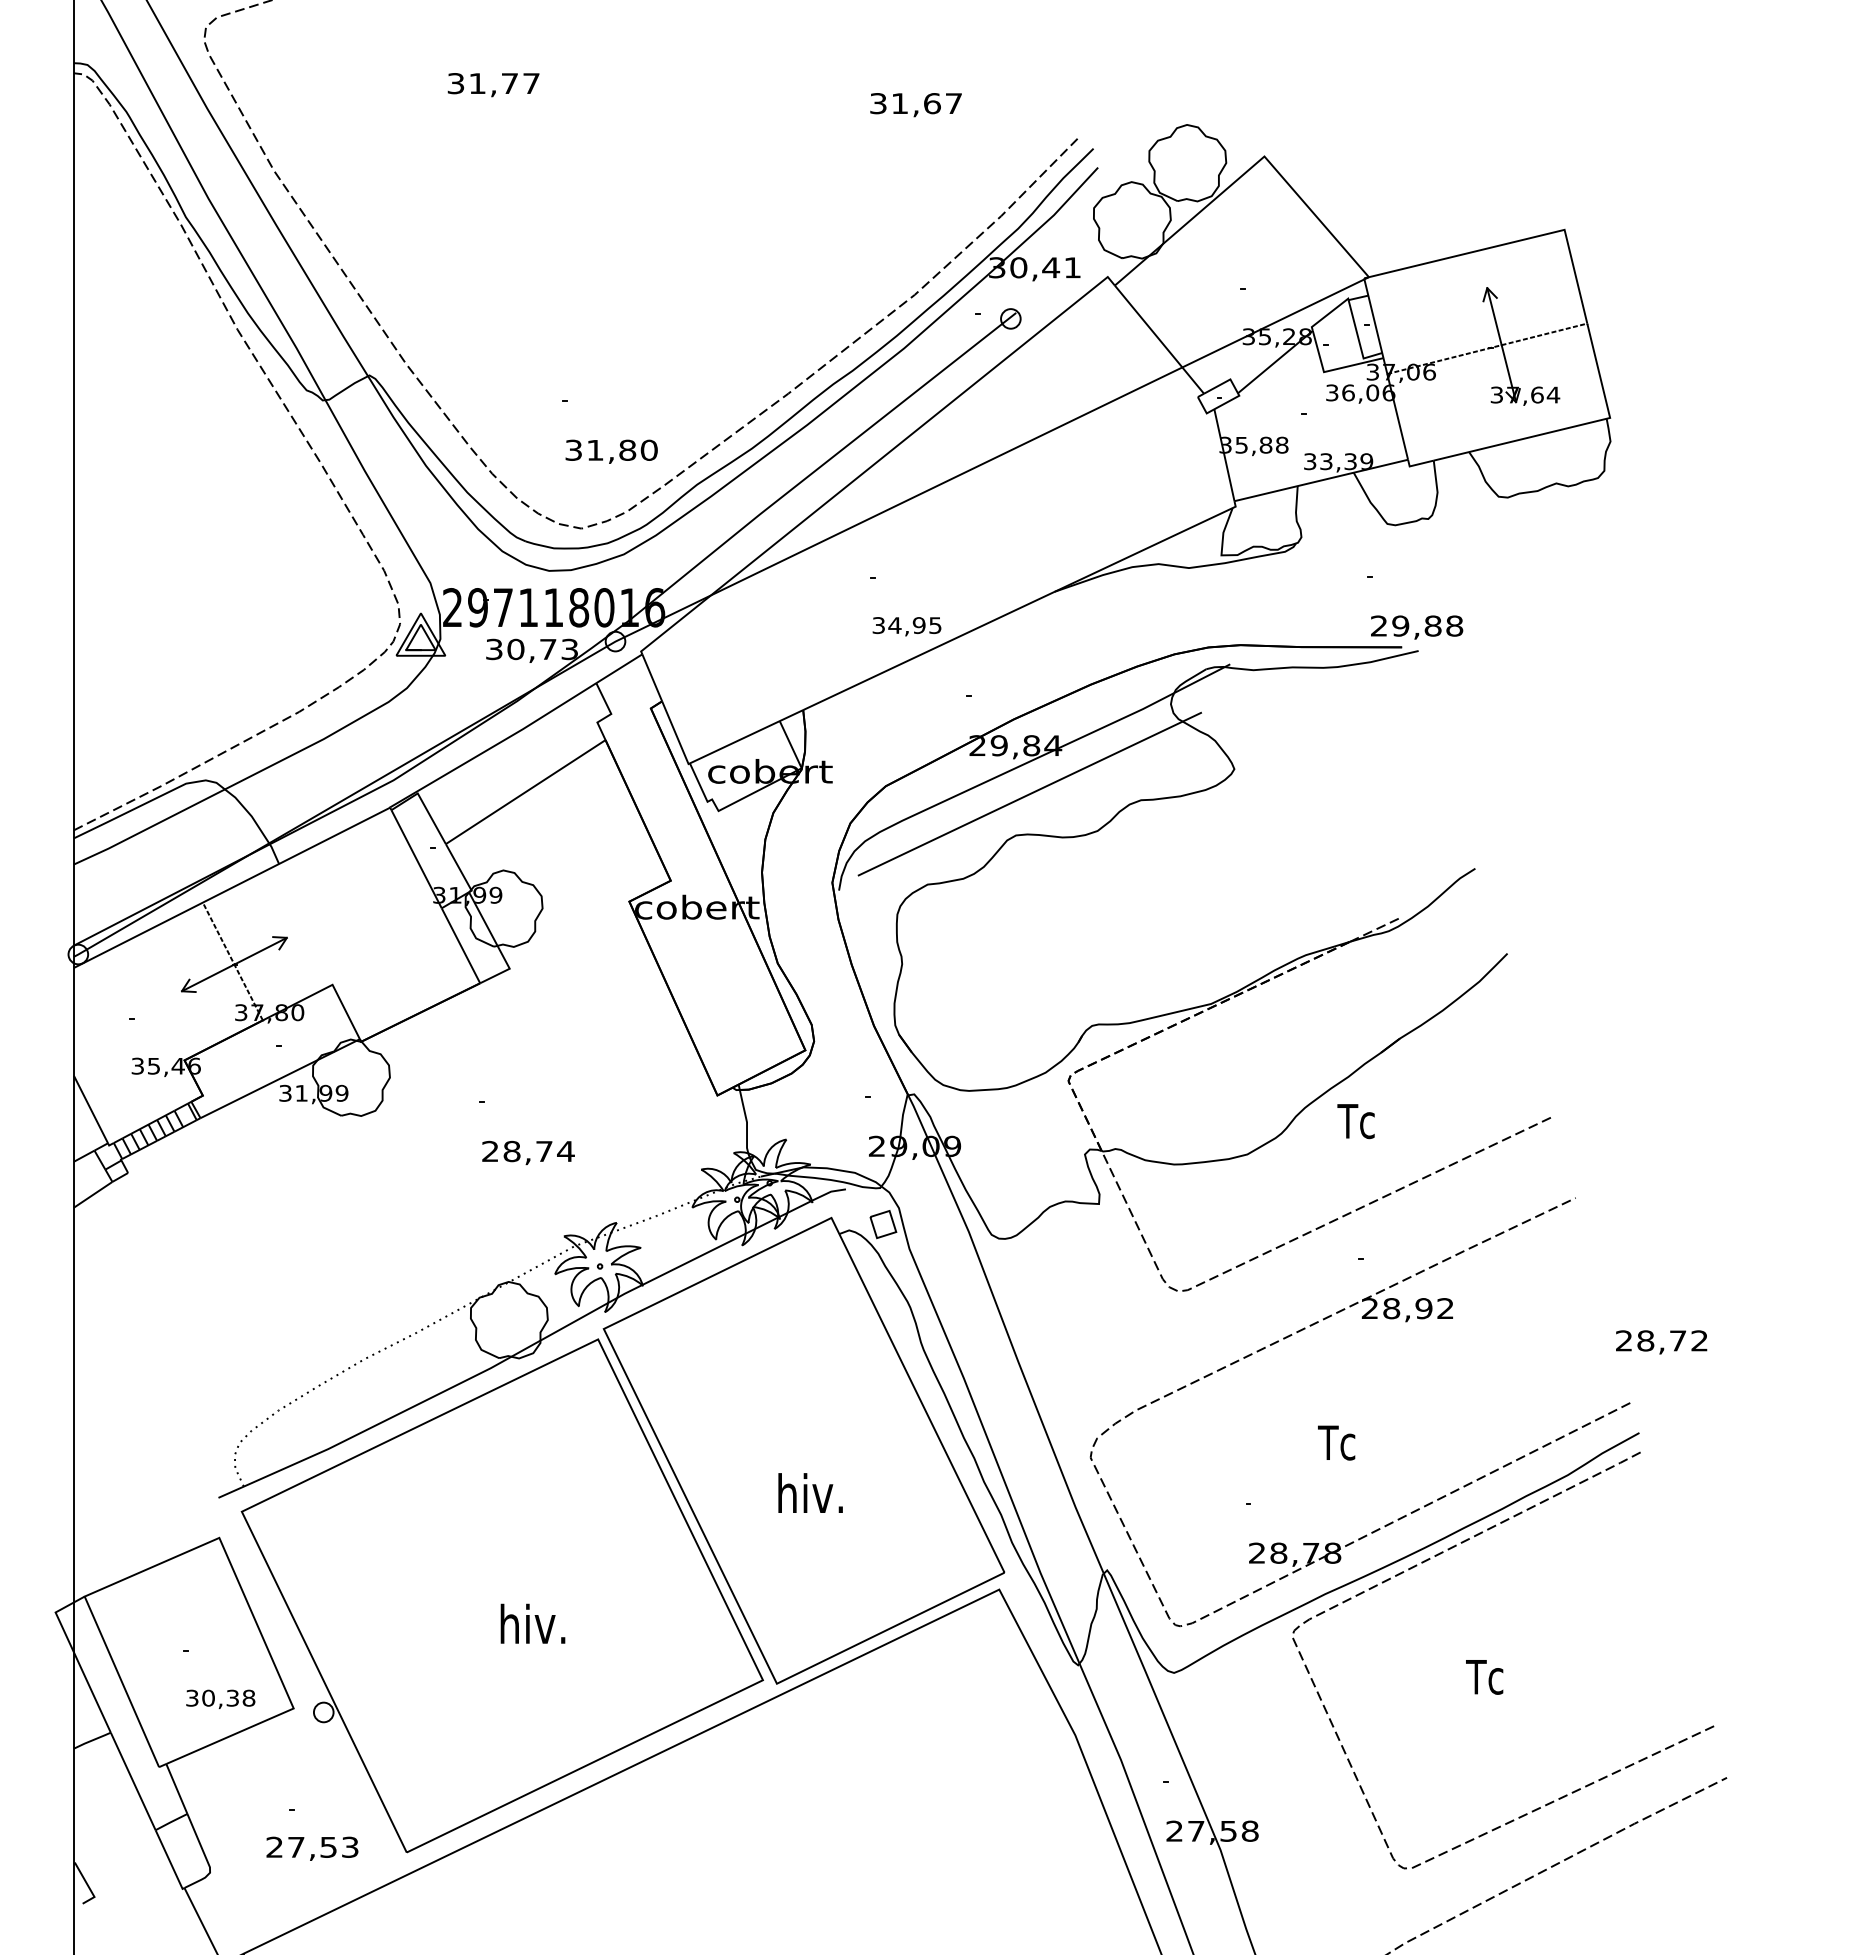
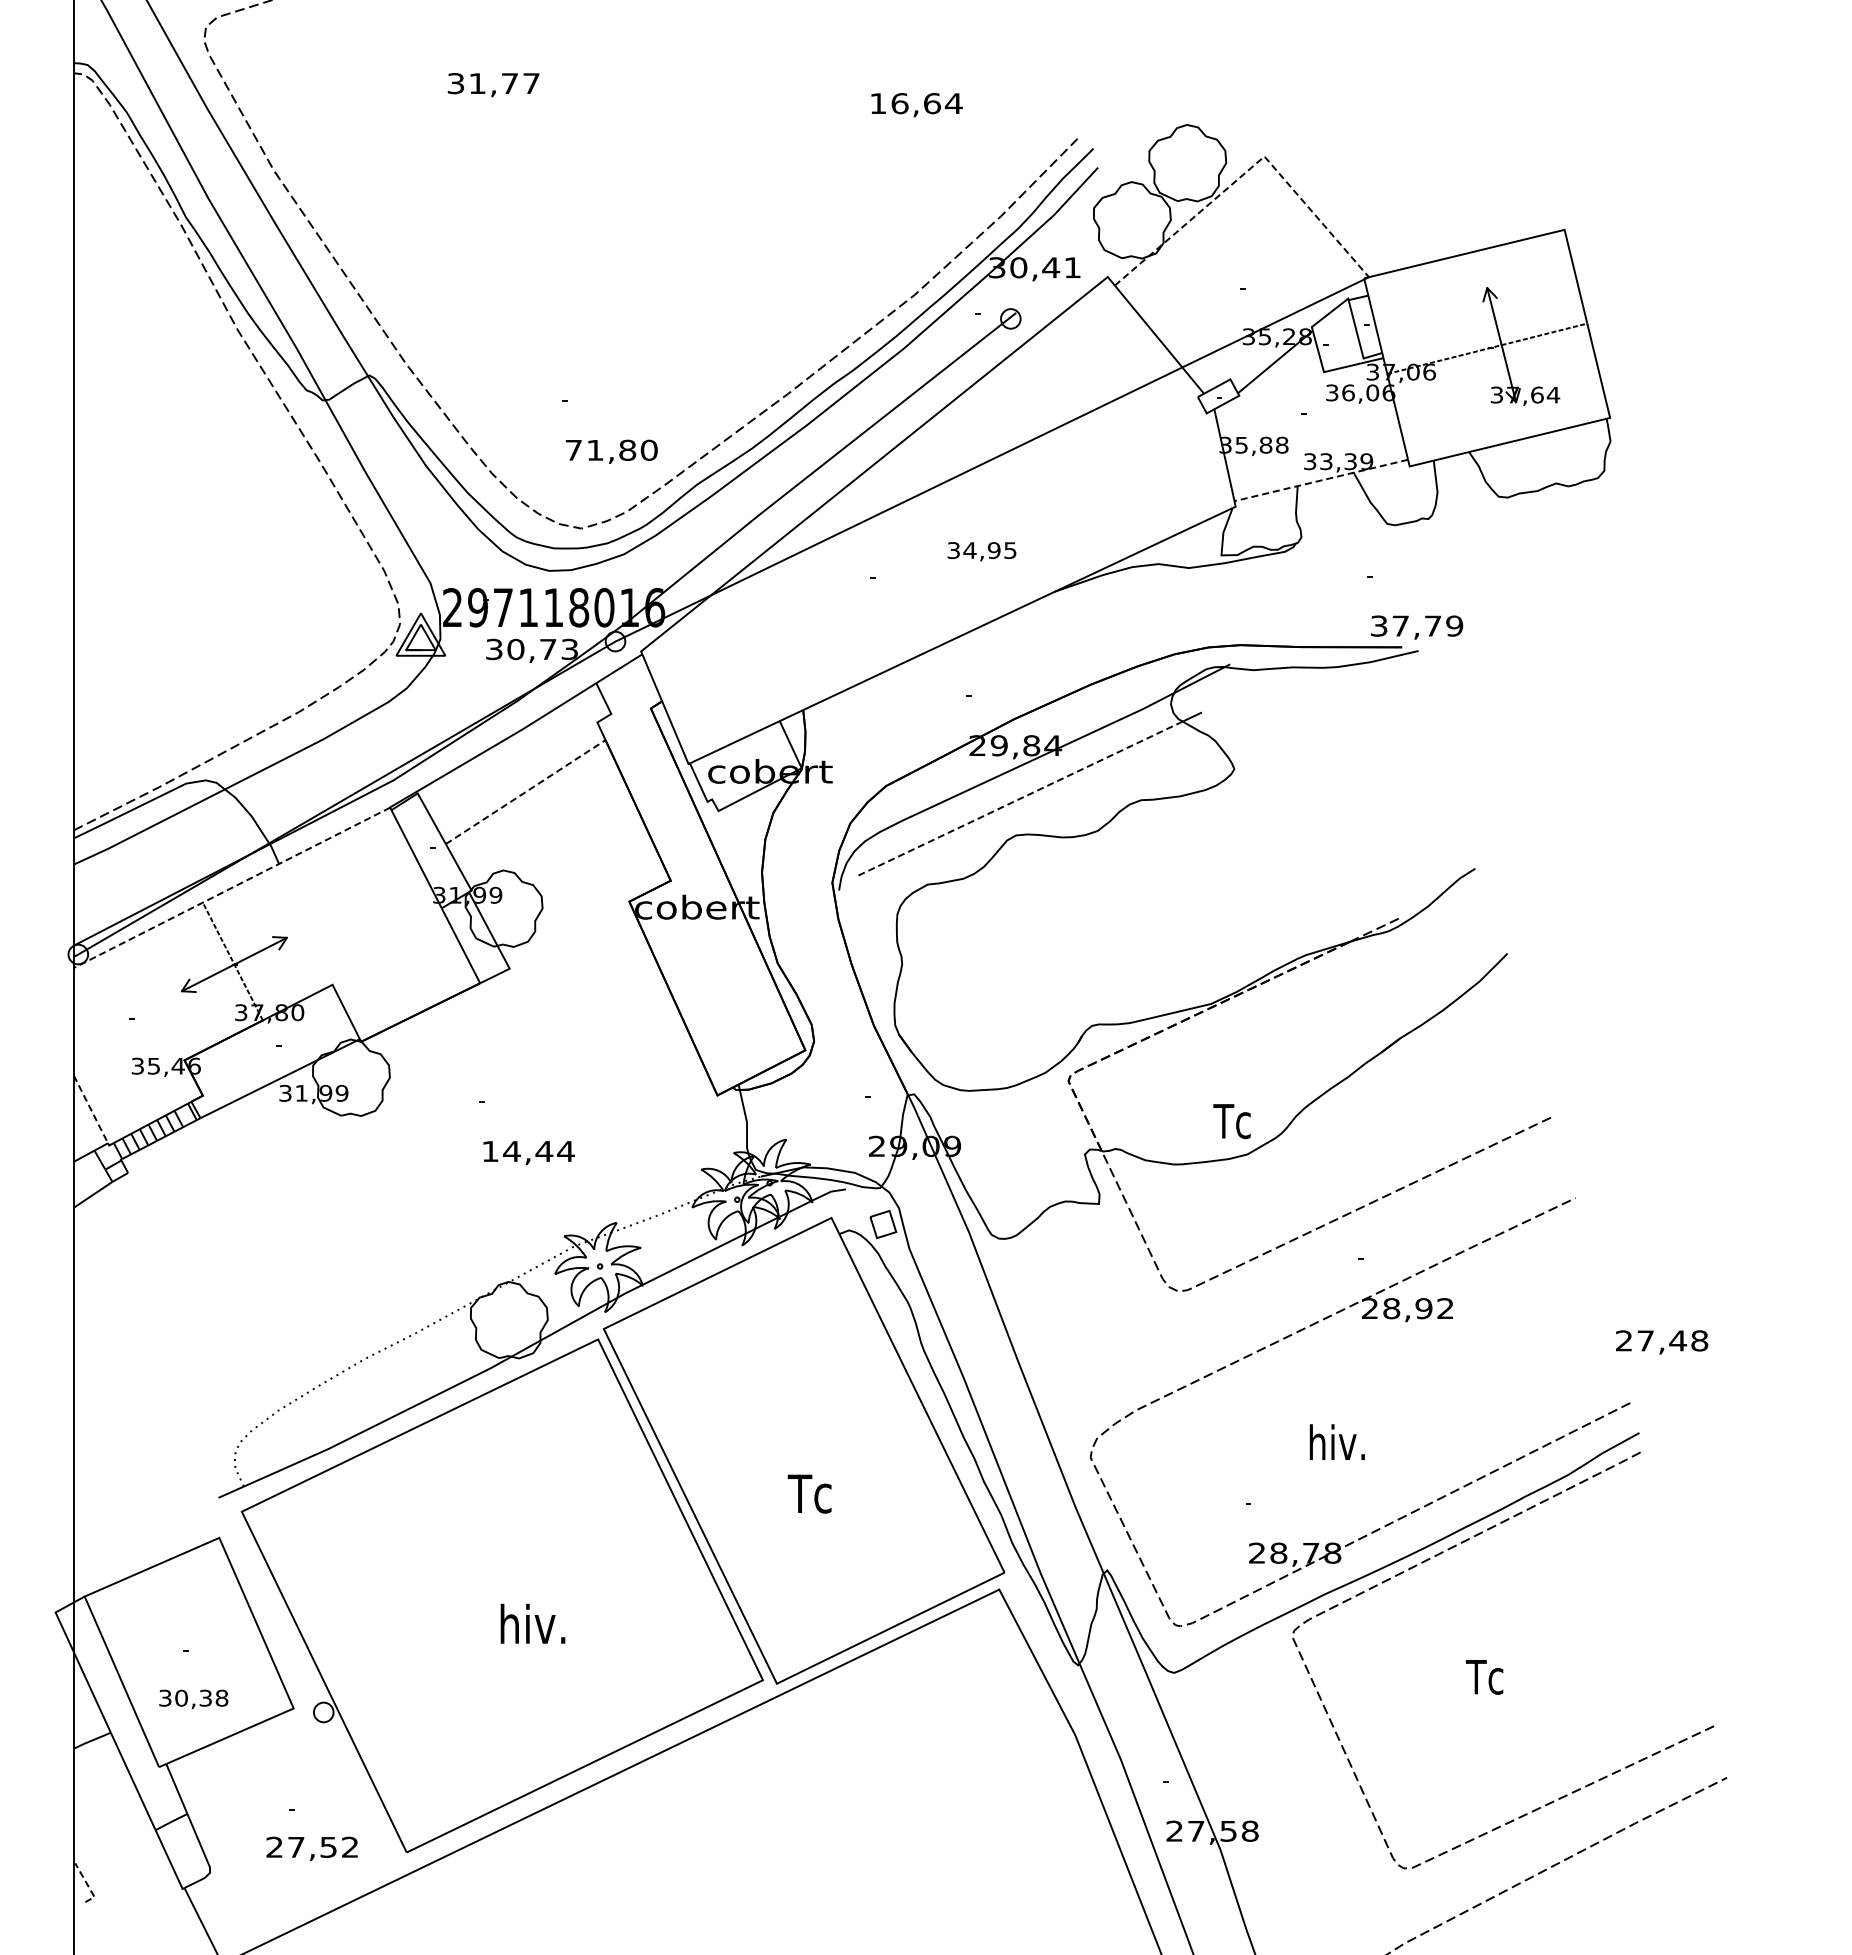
text at (916, 103): 31,67 -> 16,64
line at (1250, 168): solid -> dashed
text at (573, 449): 31,80 -> 71,80
line at (1320, 480): solid -> dashed
text at (1417, 625): 29,88 -> 37,79
text at (906, 626) position: (906, 626) -> (981, 551)
line at (526, 791): solid -> dashed
line at (1020, 798): solid -> dashed
line at (231, 888): solid -> dashed
line at (90, 1109): solid -> dashed
text at (1355, 1121) position: (1355, 1121) -> (1231, 1121)
text at (517, 1151): 28,74 -> 14,44
text at (1672, 1340): 28,72 -> 27,48
text at (1336, 1442): Tc -> hiv.
text at (810, 1493): hiv. -> Tc
text at (220, 1699) position: (220, 1699) -> (193, 1699)
text at (350, 1847): 27,53 -> 27,52
line at (88, 1885): solid -> dashed
